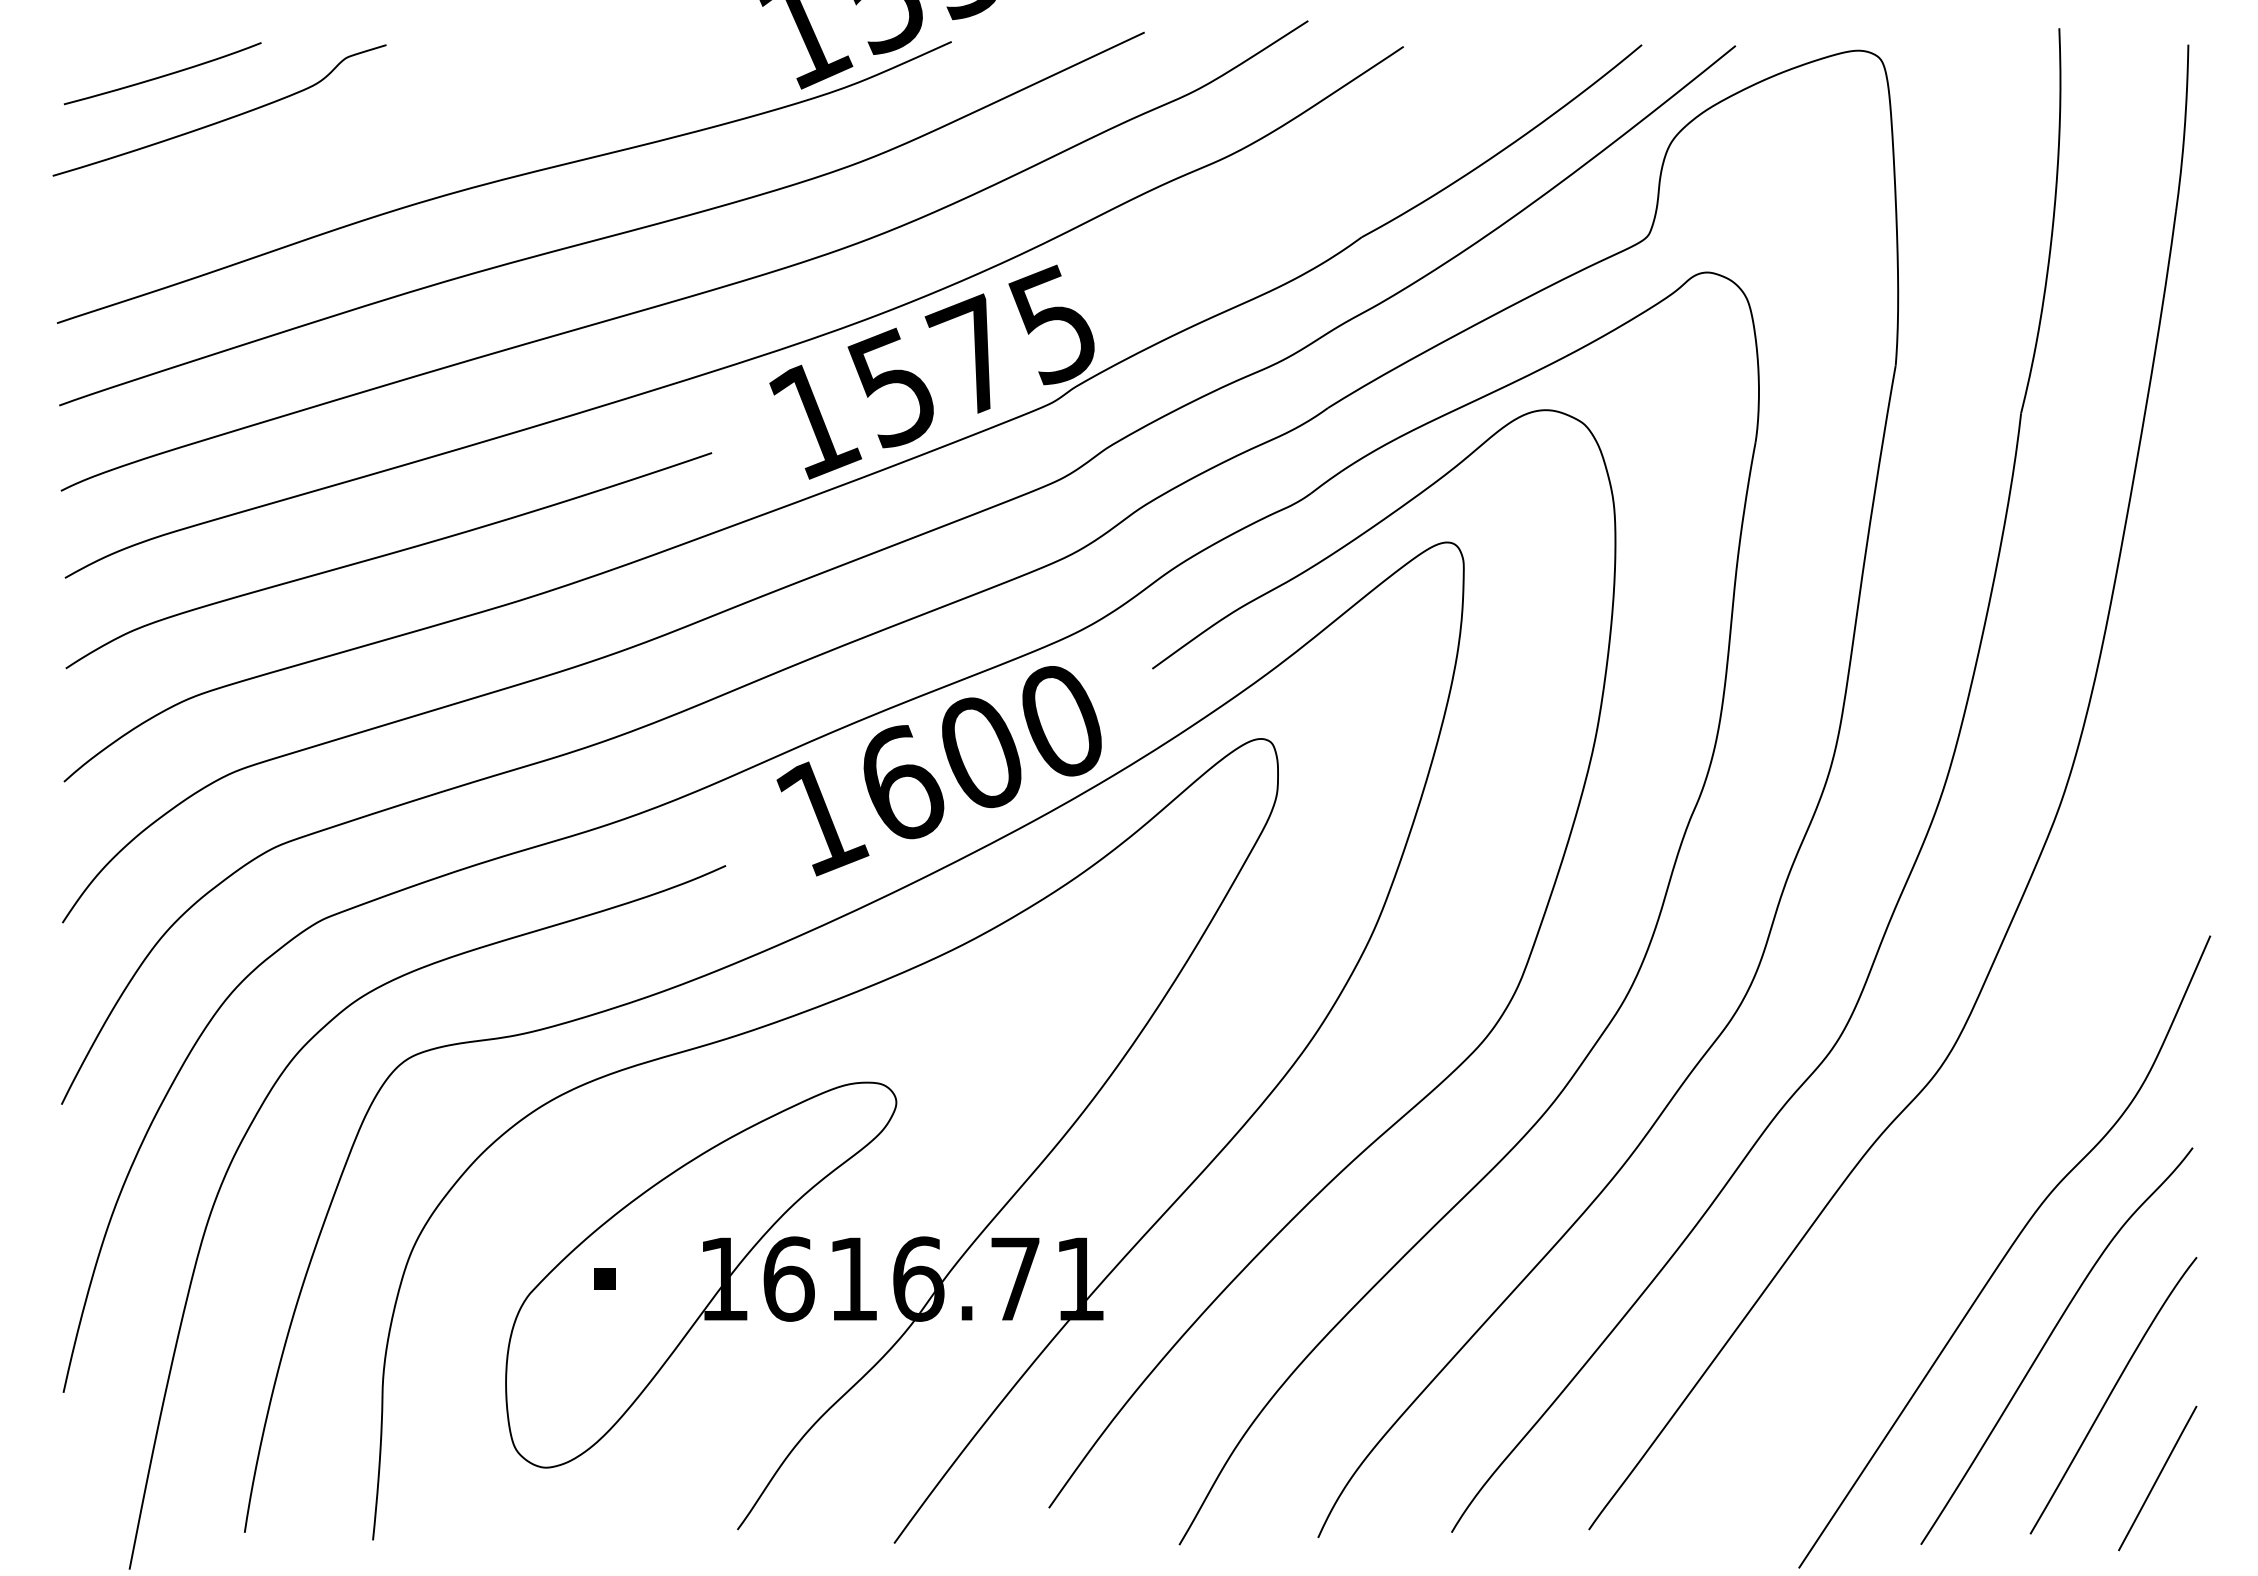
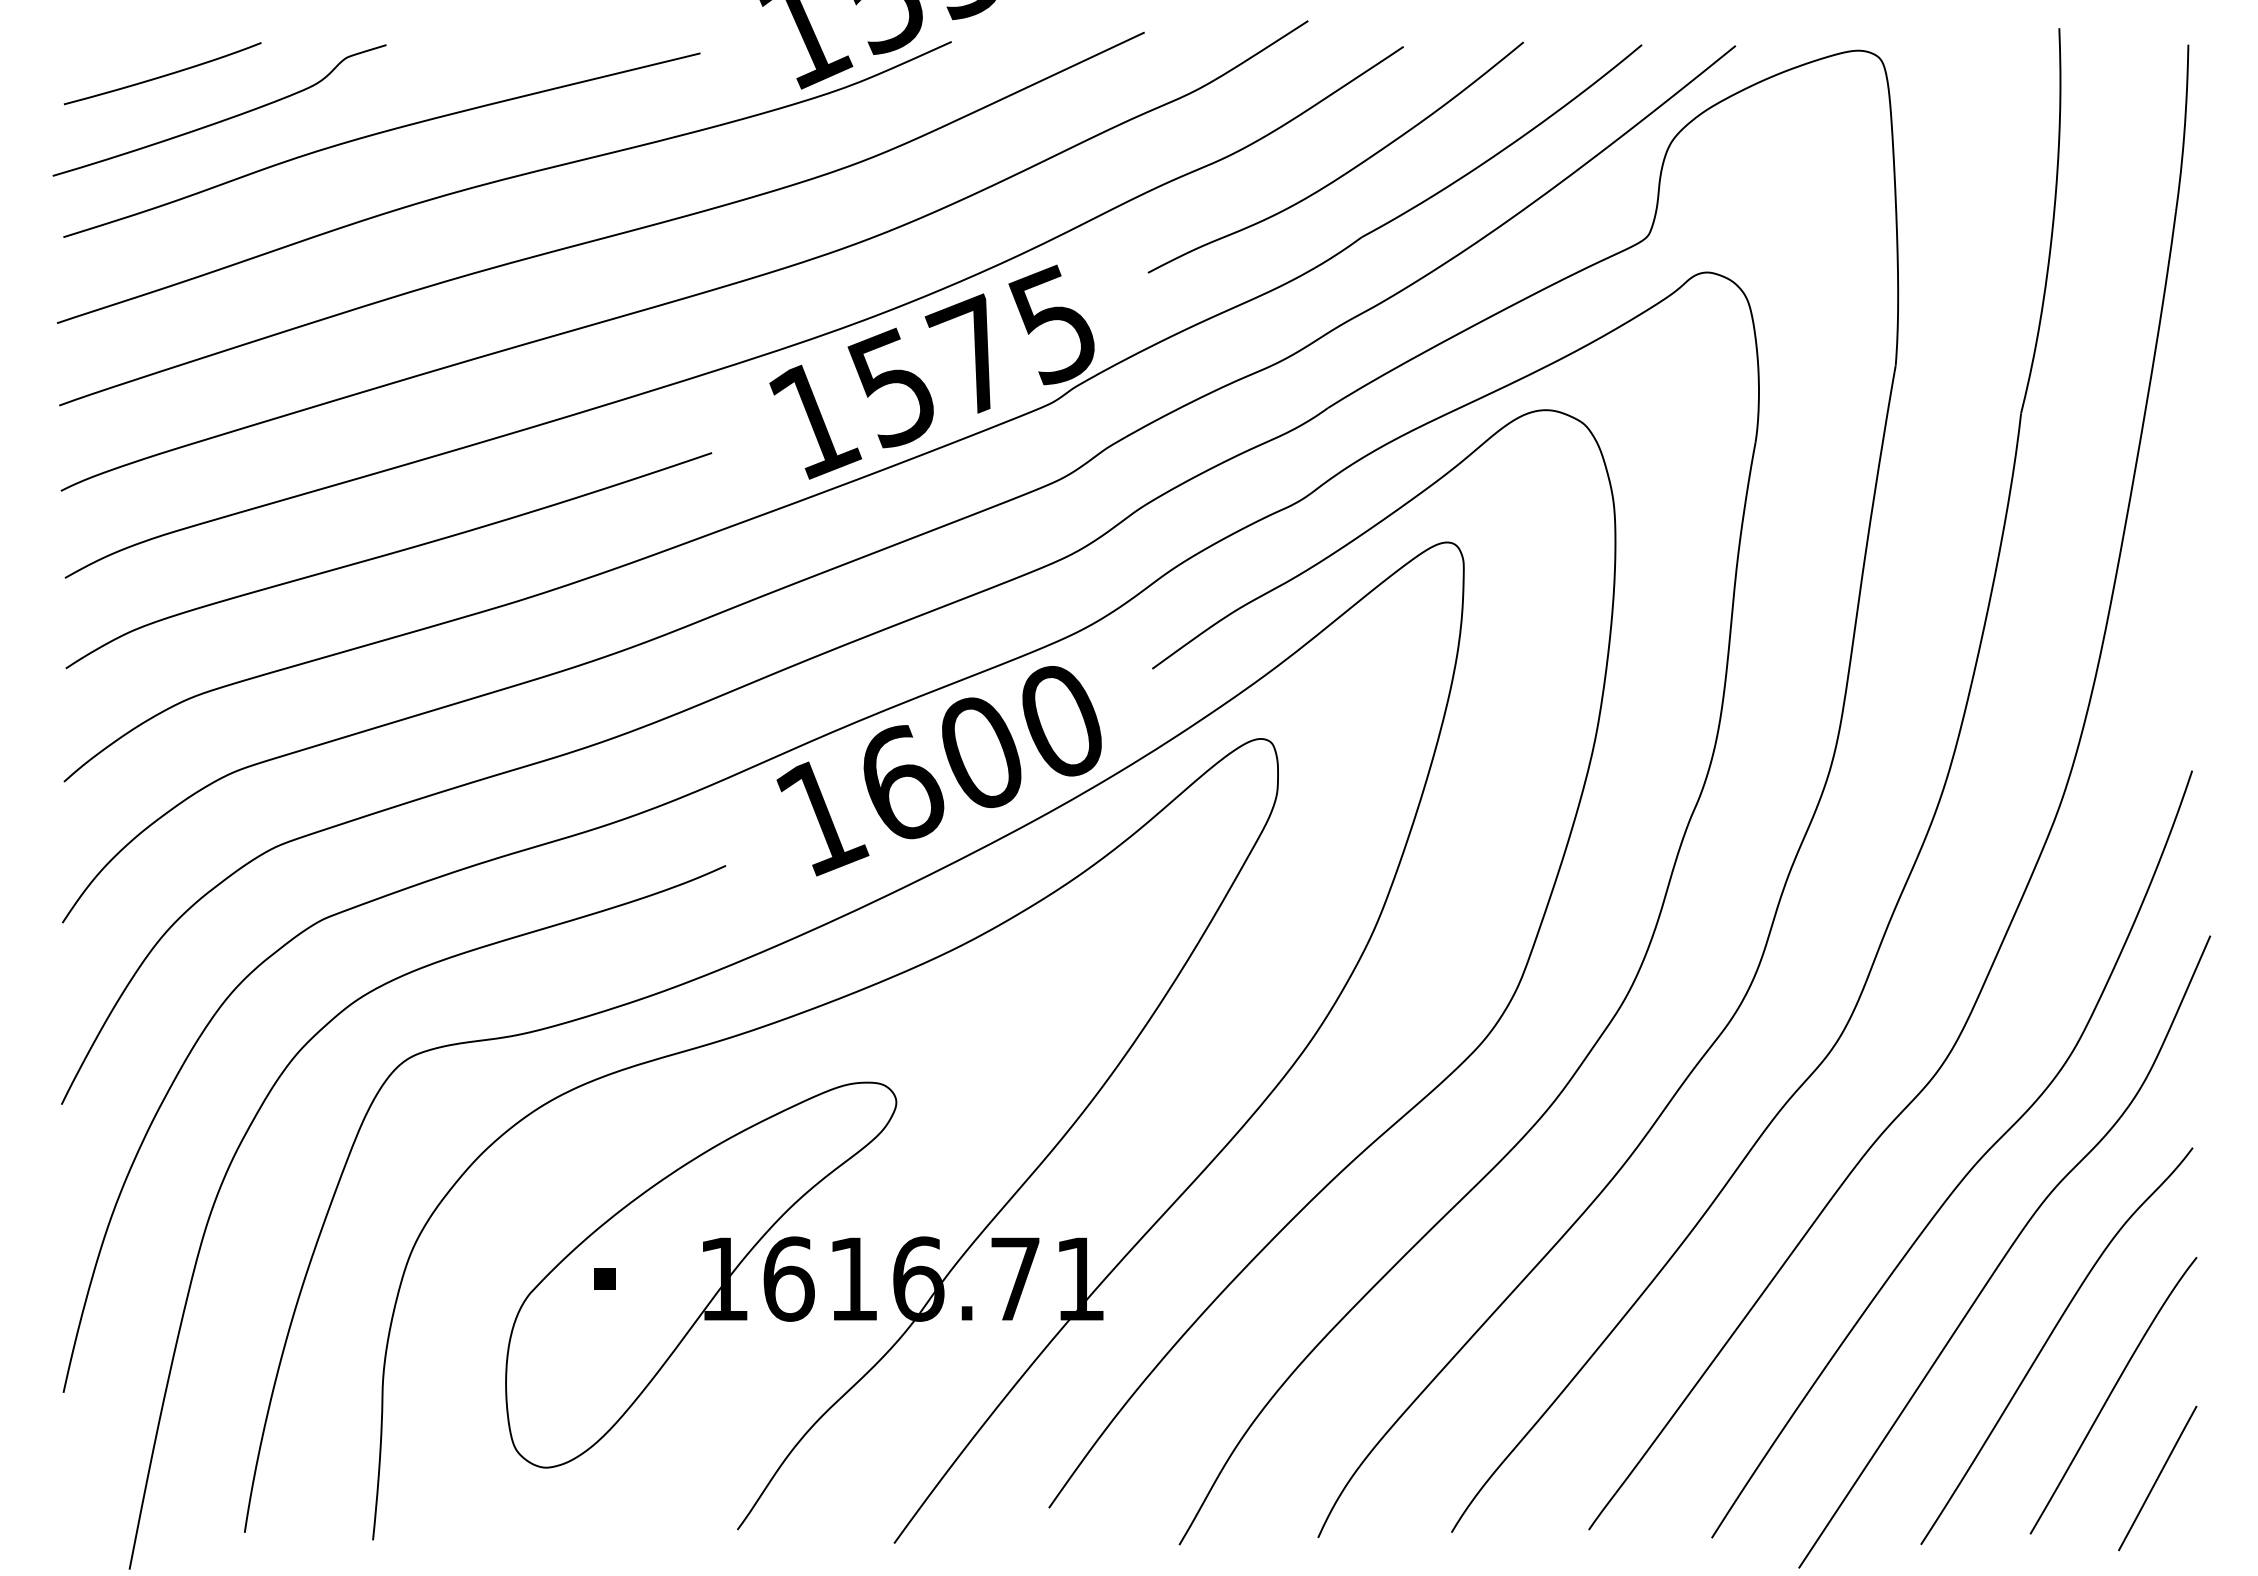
curve at (378, 134): none -> present
curve at (1345, 172): none -> present
curve at (1969, 1169): none -> present
